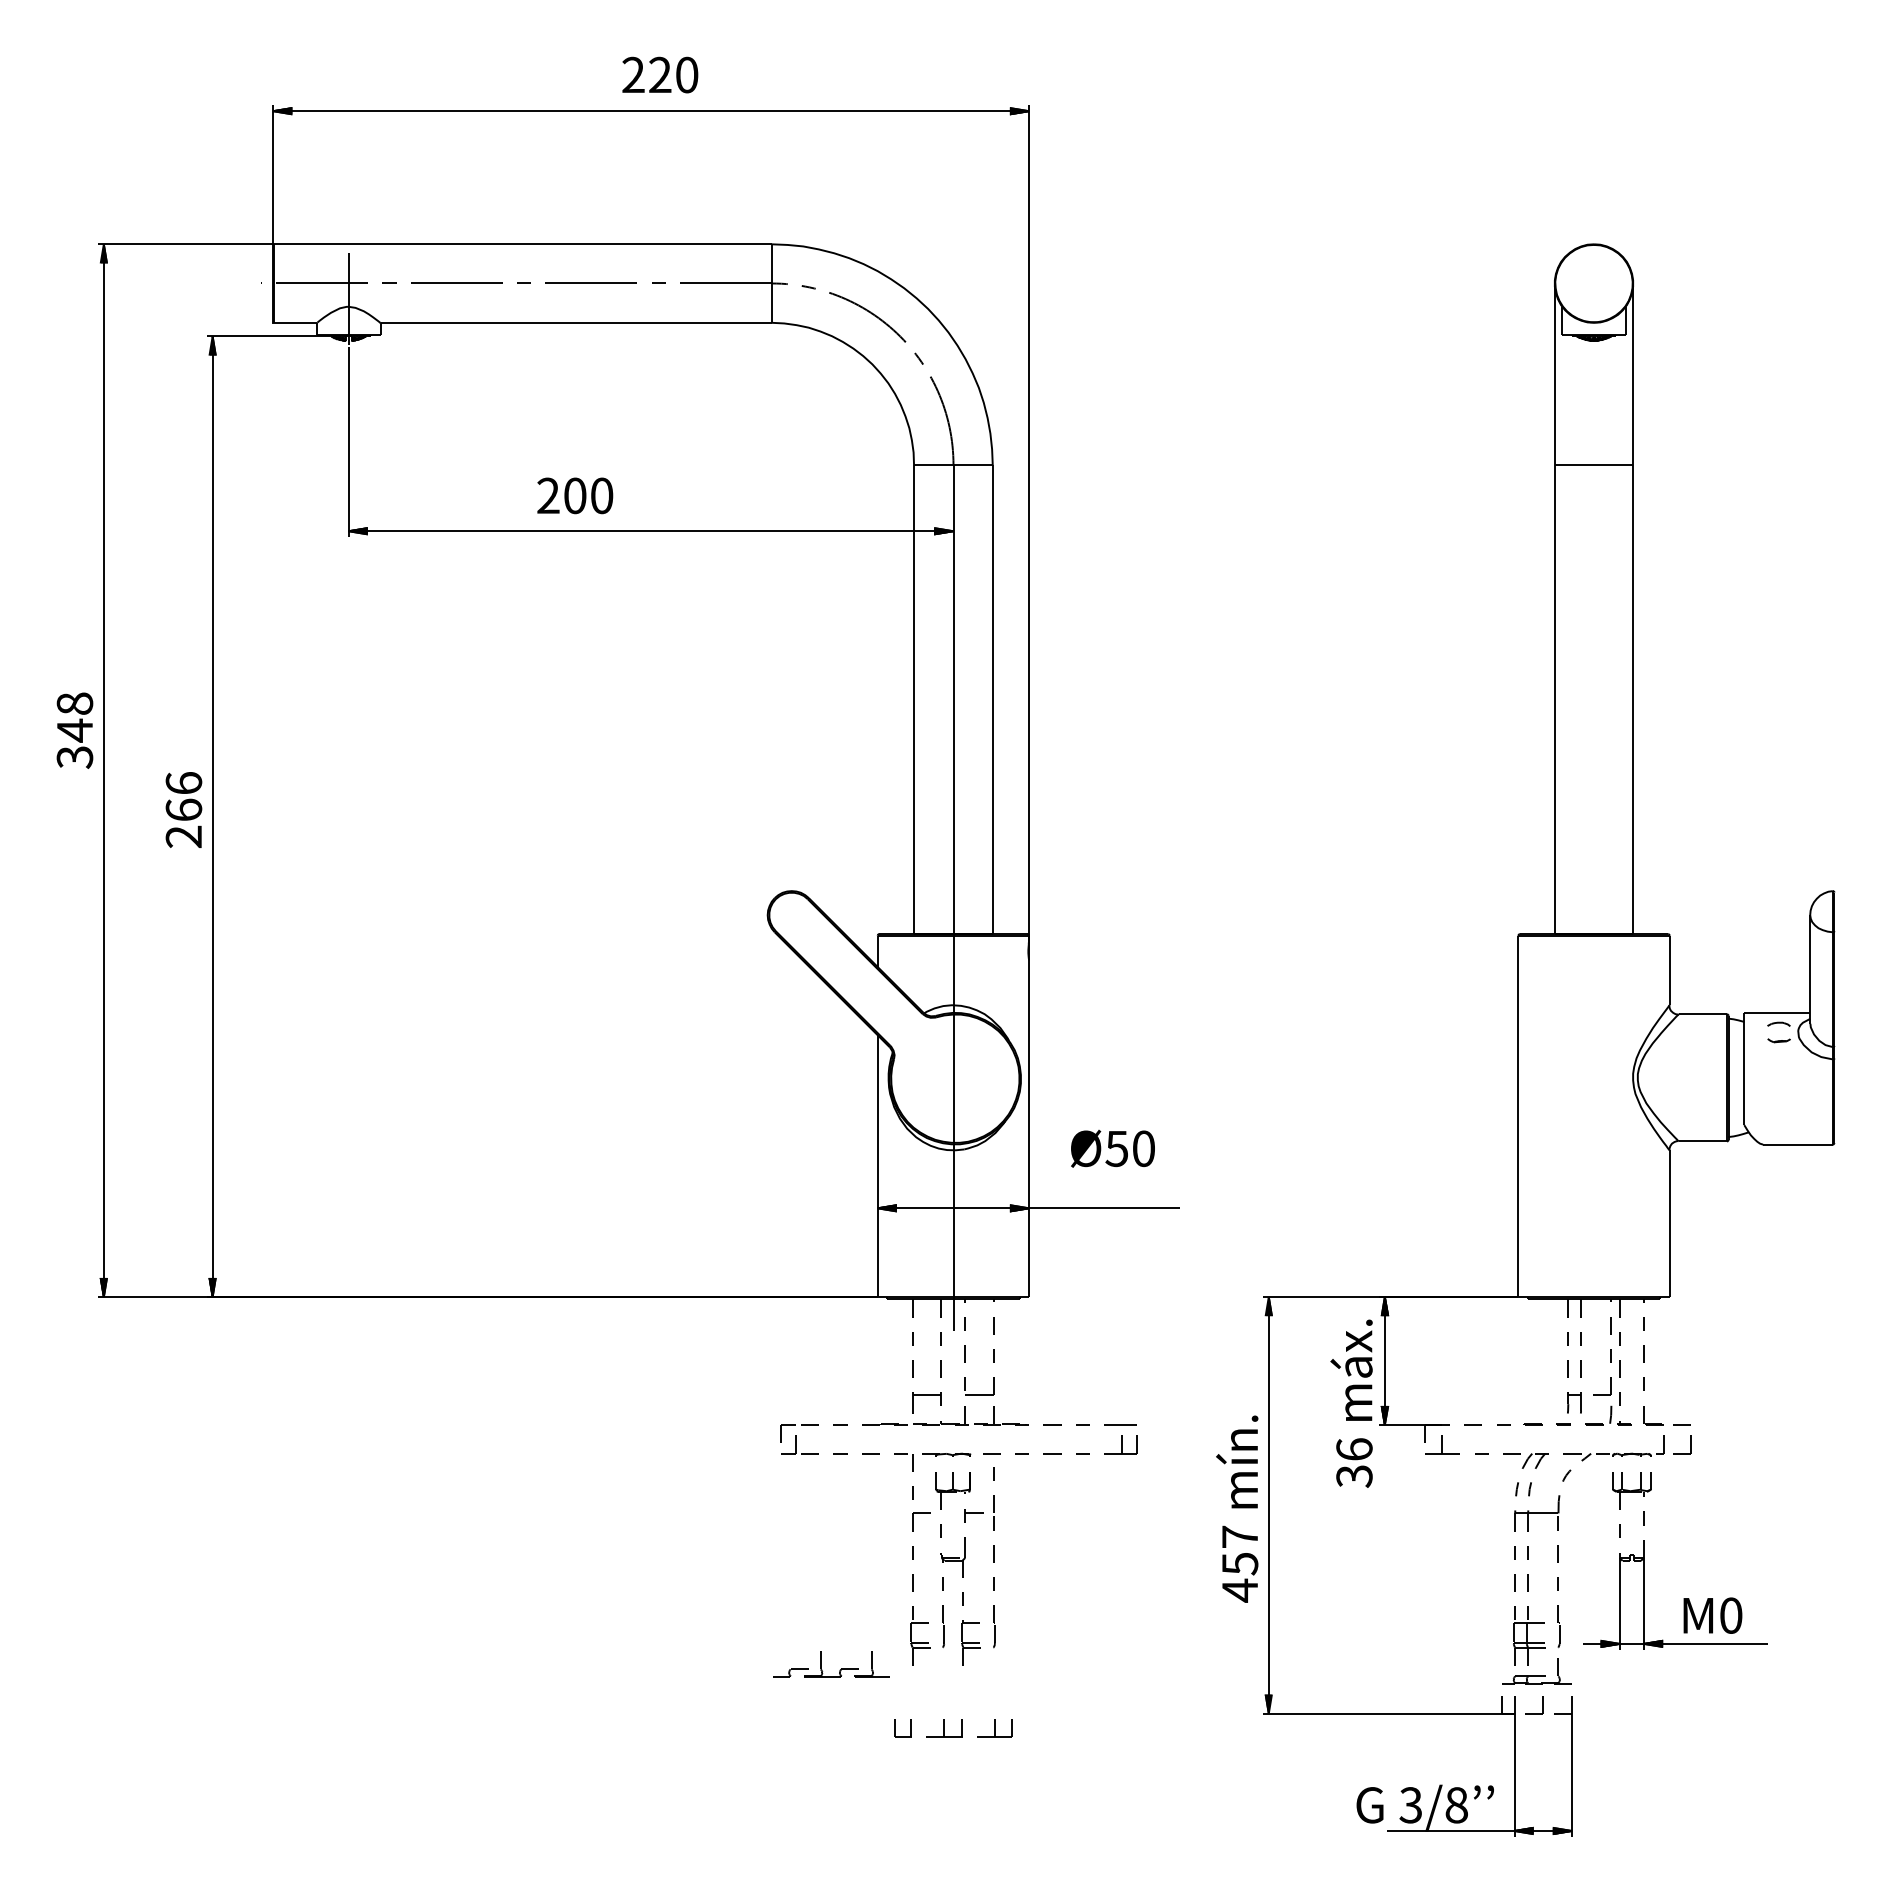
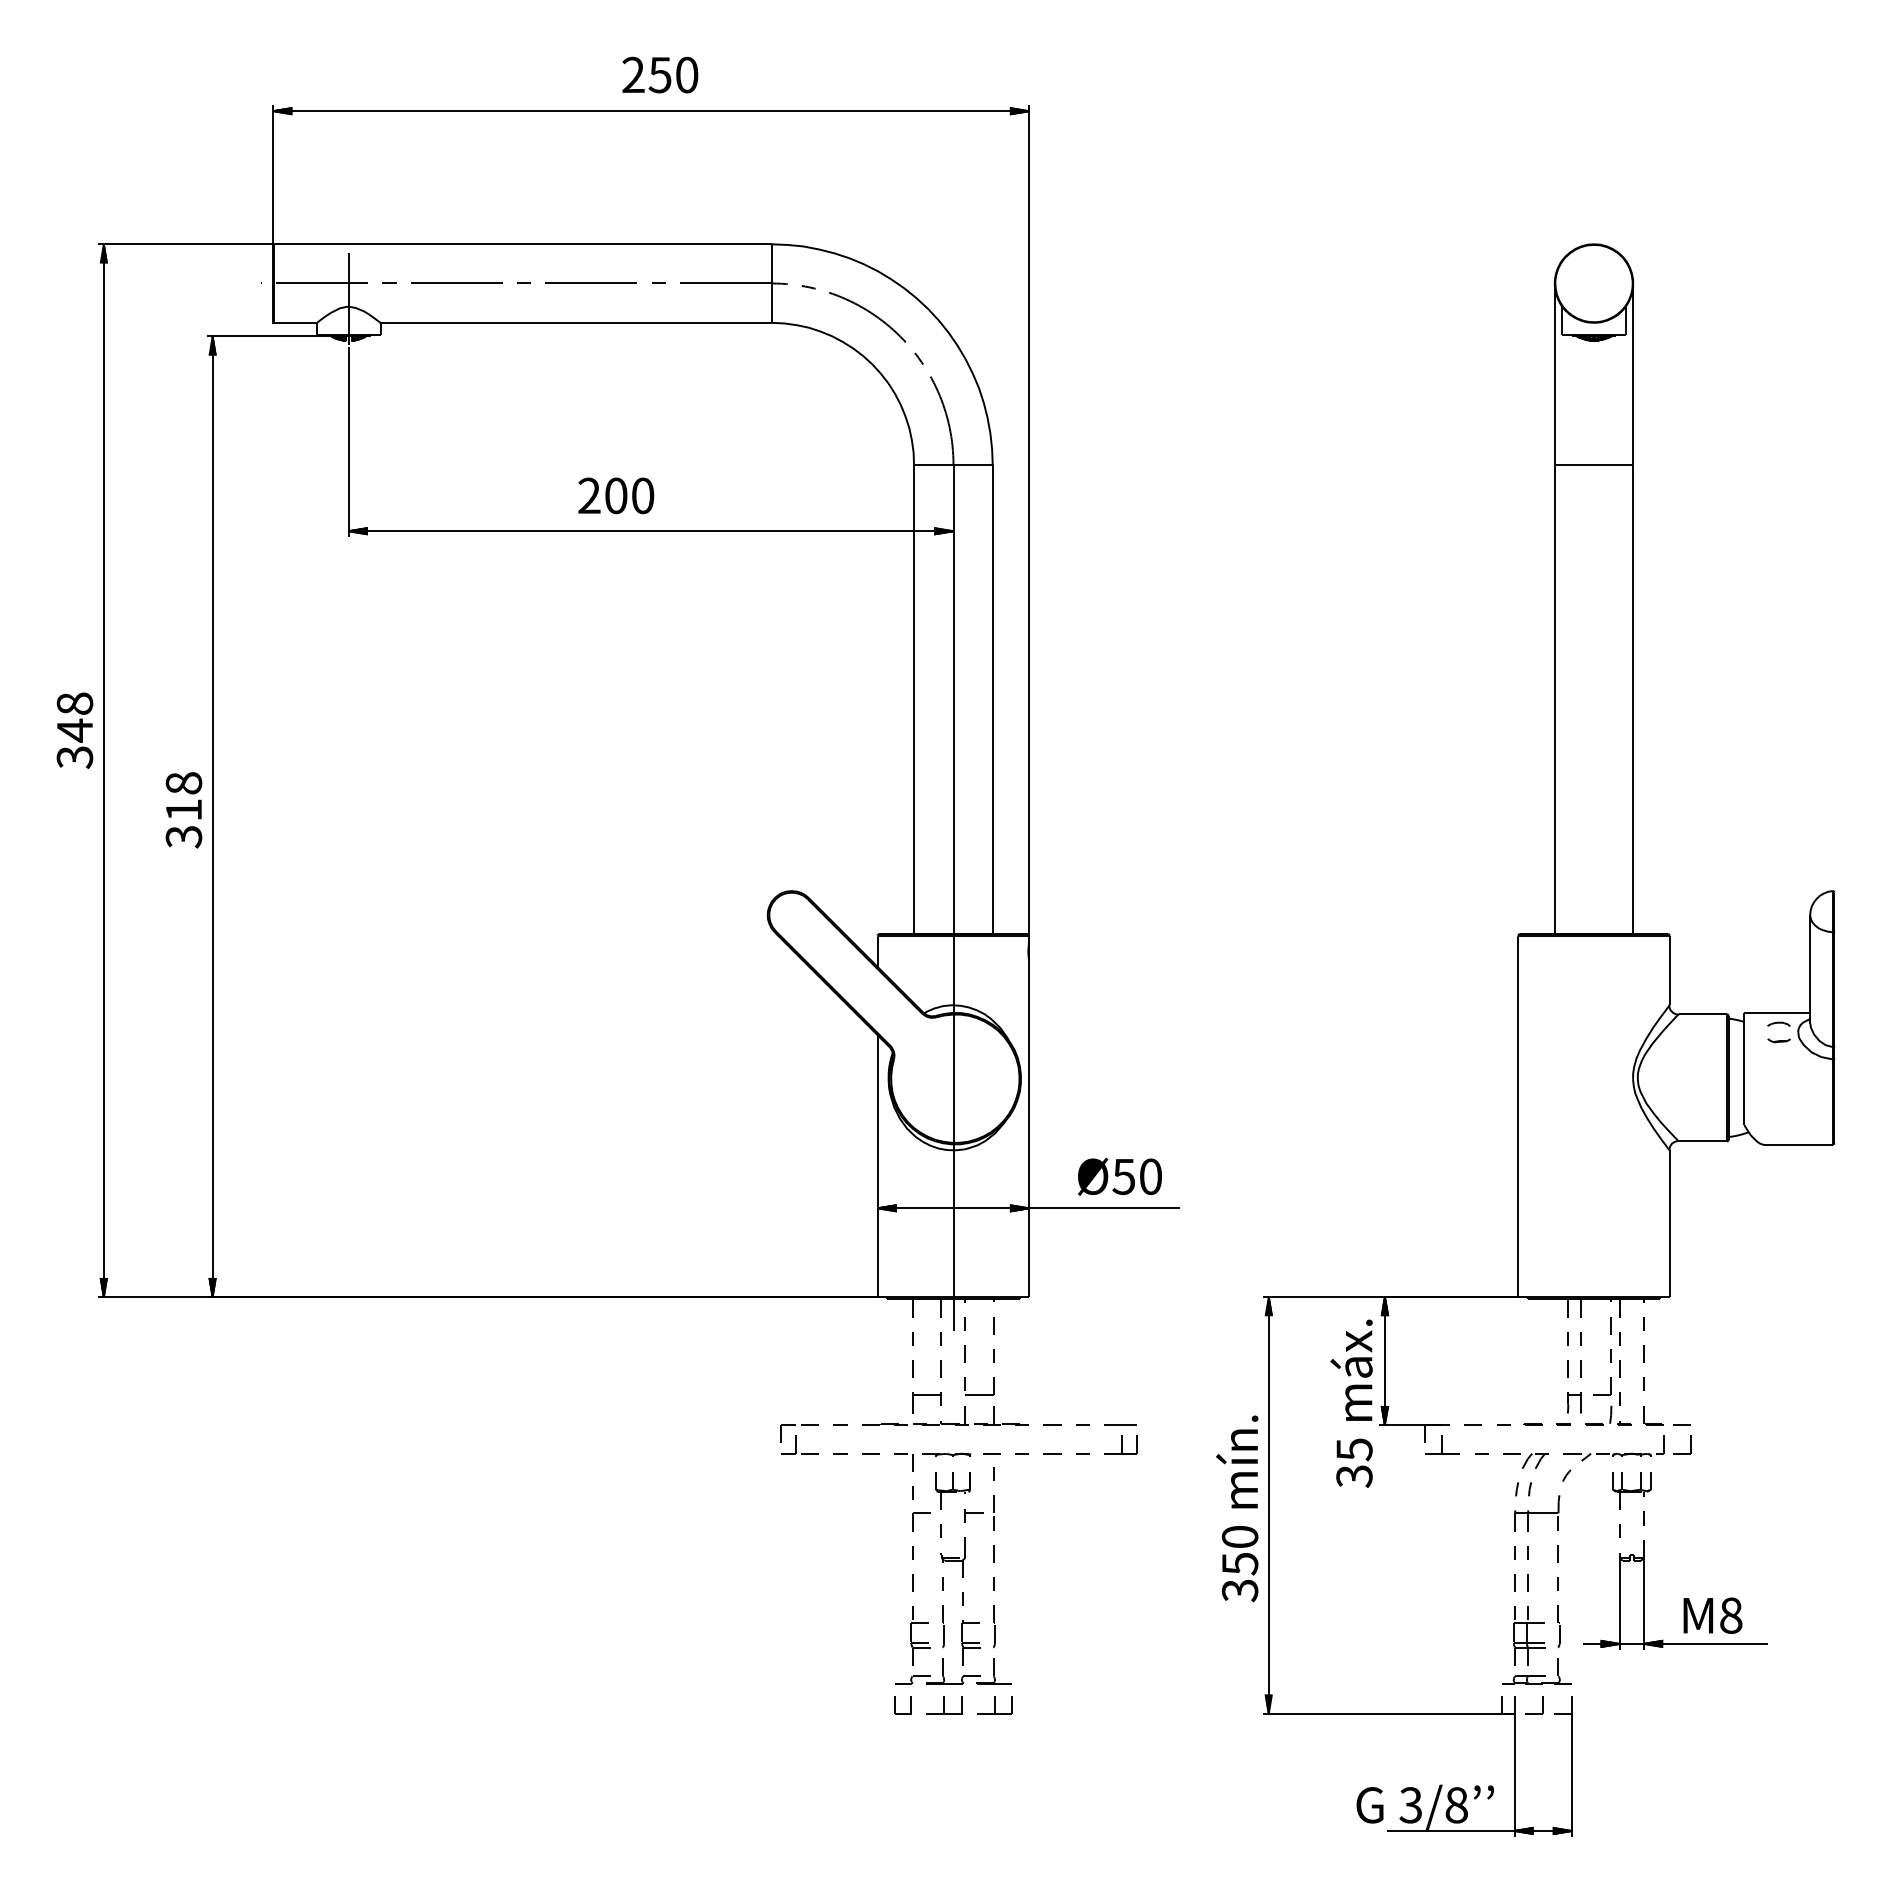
text at (659, 74): 220 -> 250
text at (575, 495) position: (575, 495) -> (616, 495)
text at (183, 810): 266 -> 318
text at (1112, 1148) position: (1112, 1148) -> (1119, 1176)
text at (1354, 1449): 36 -> 35
text at (1239, 1563): 457 -> 350
text at (1731, 1615): M0 -> M8
part at (821, 1664) position: (821, 1664) -> (943, 1671)
part at (961, 1728) position: (961, 1728) -> (961, 1705)
